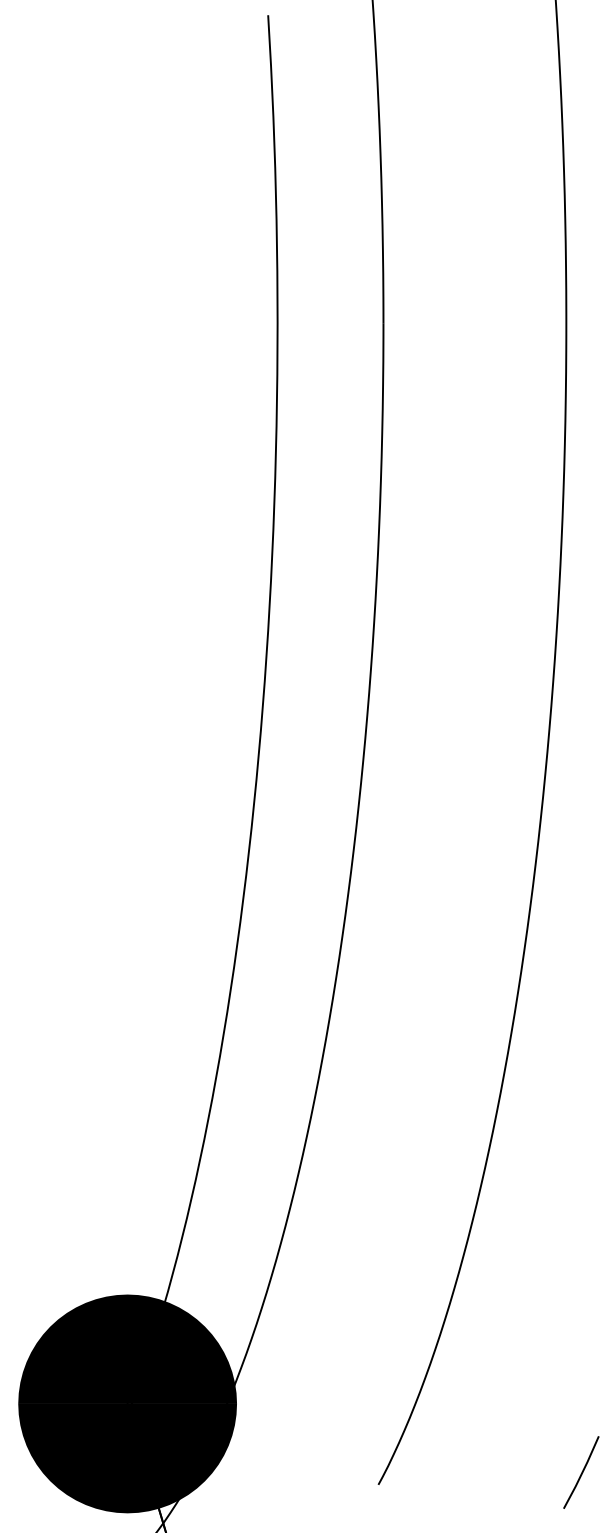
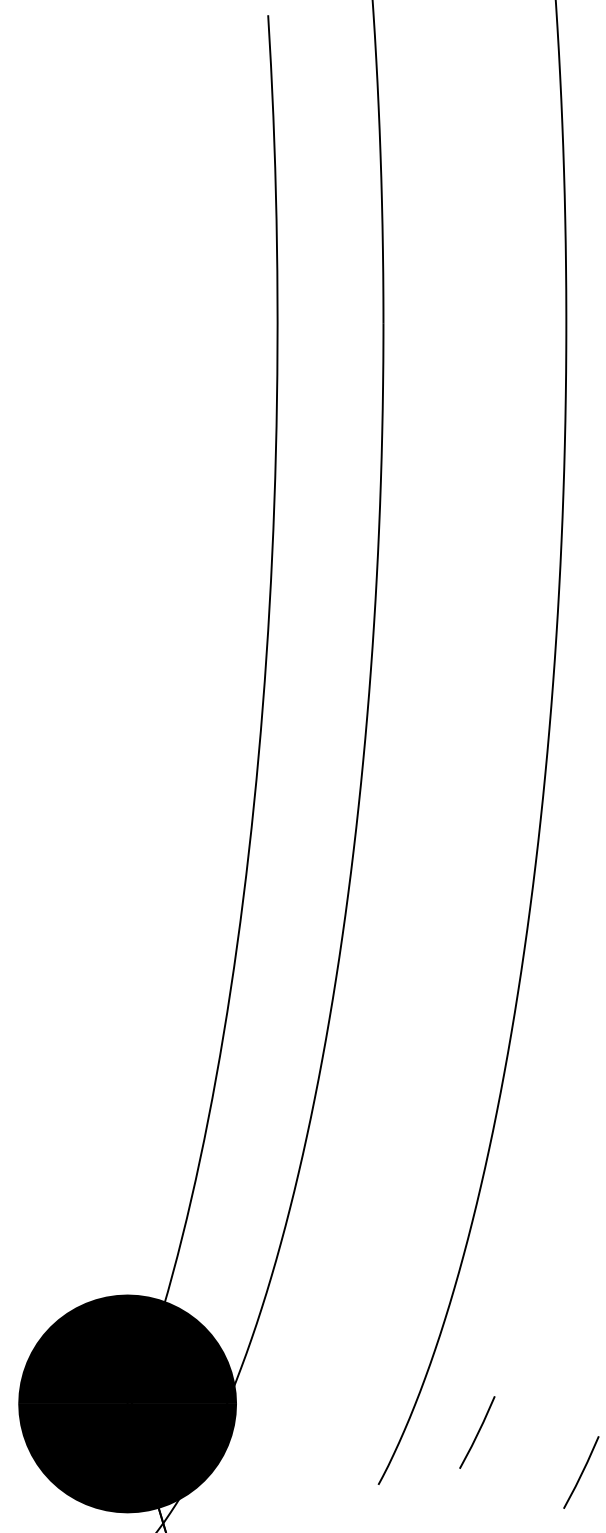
line at (477, 1432): none -> present
